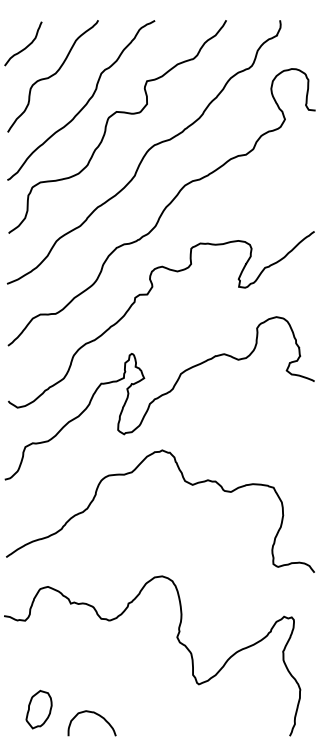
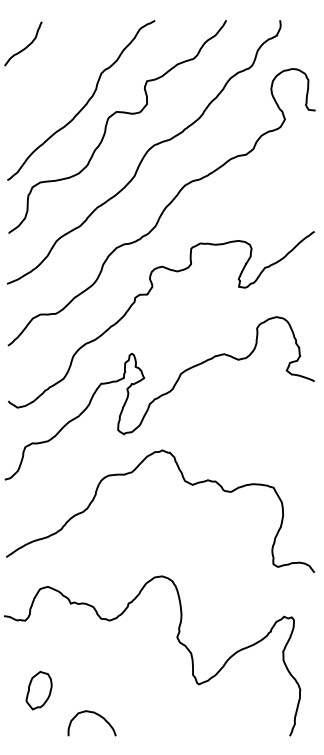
curve at (52, 76): present -> none
part at (38, 709) position: (38, 709) -> (38, 690)
